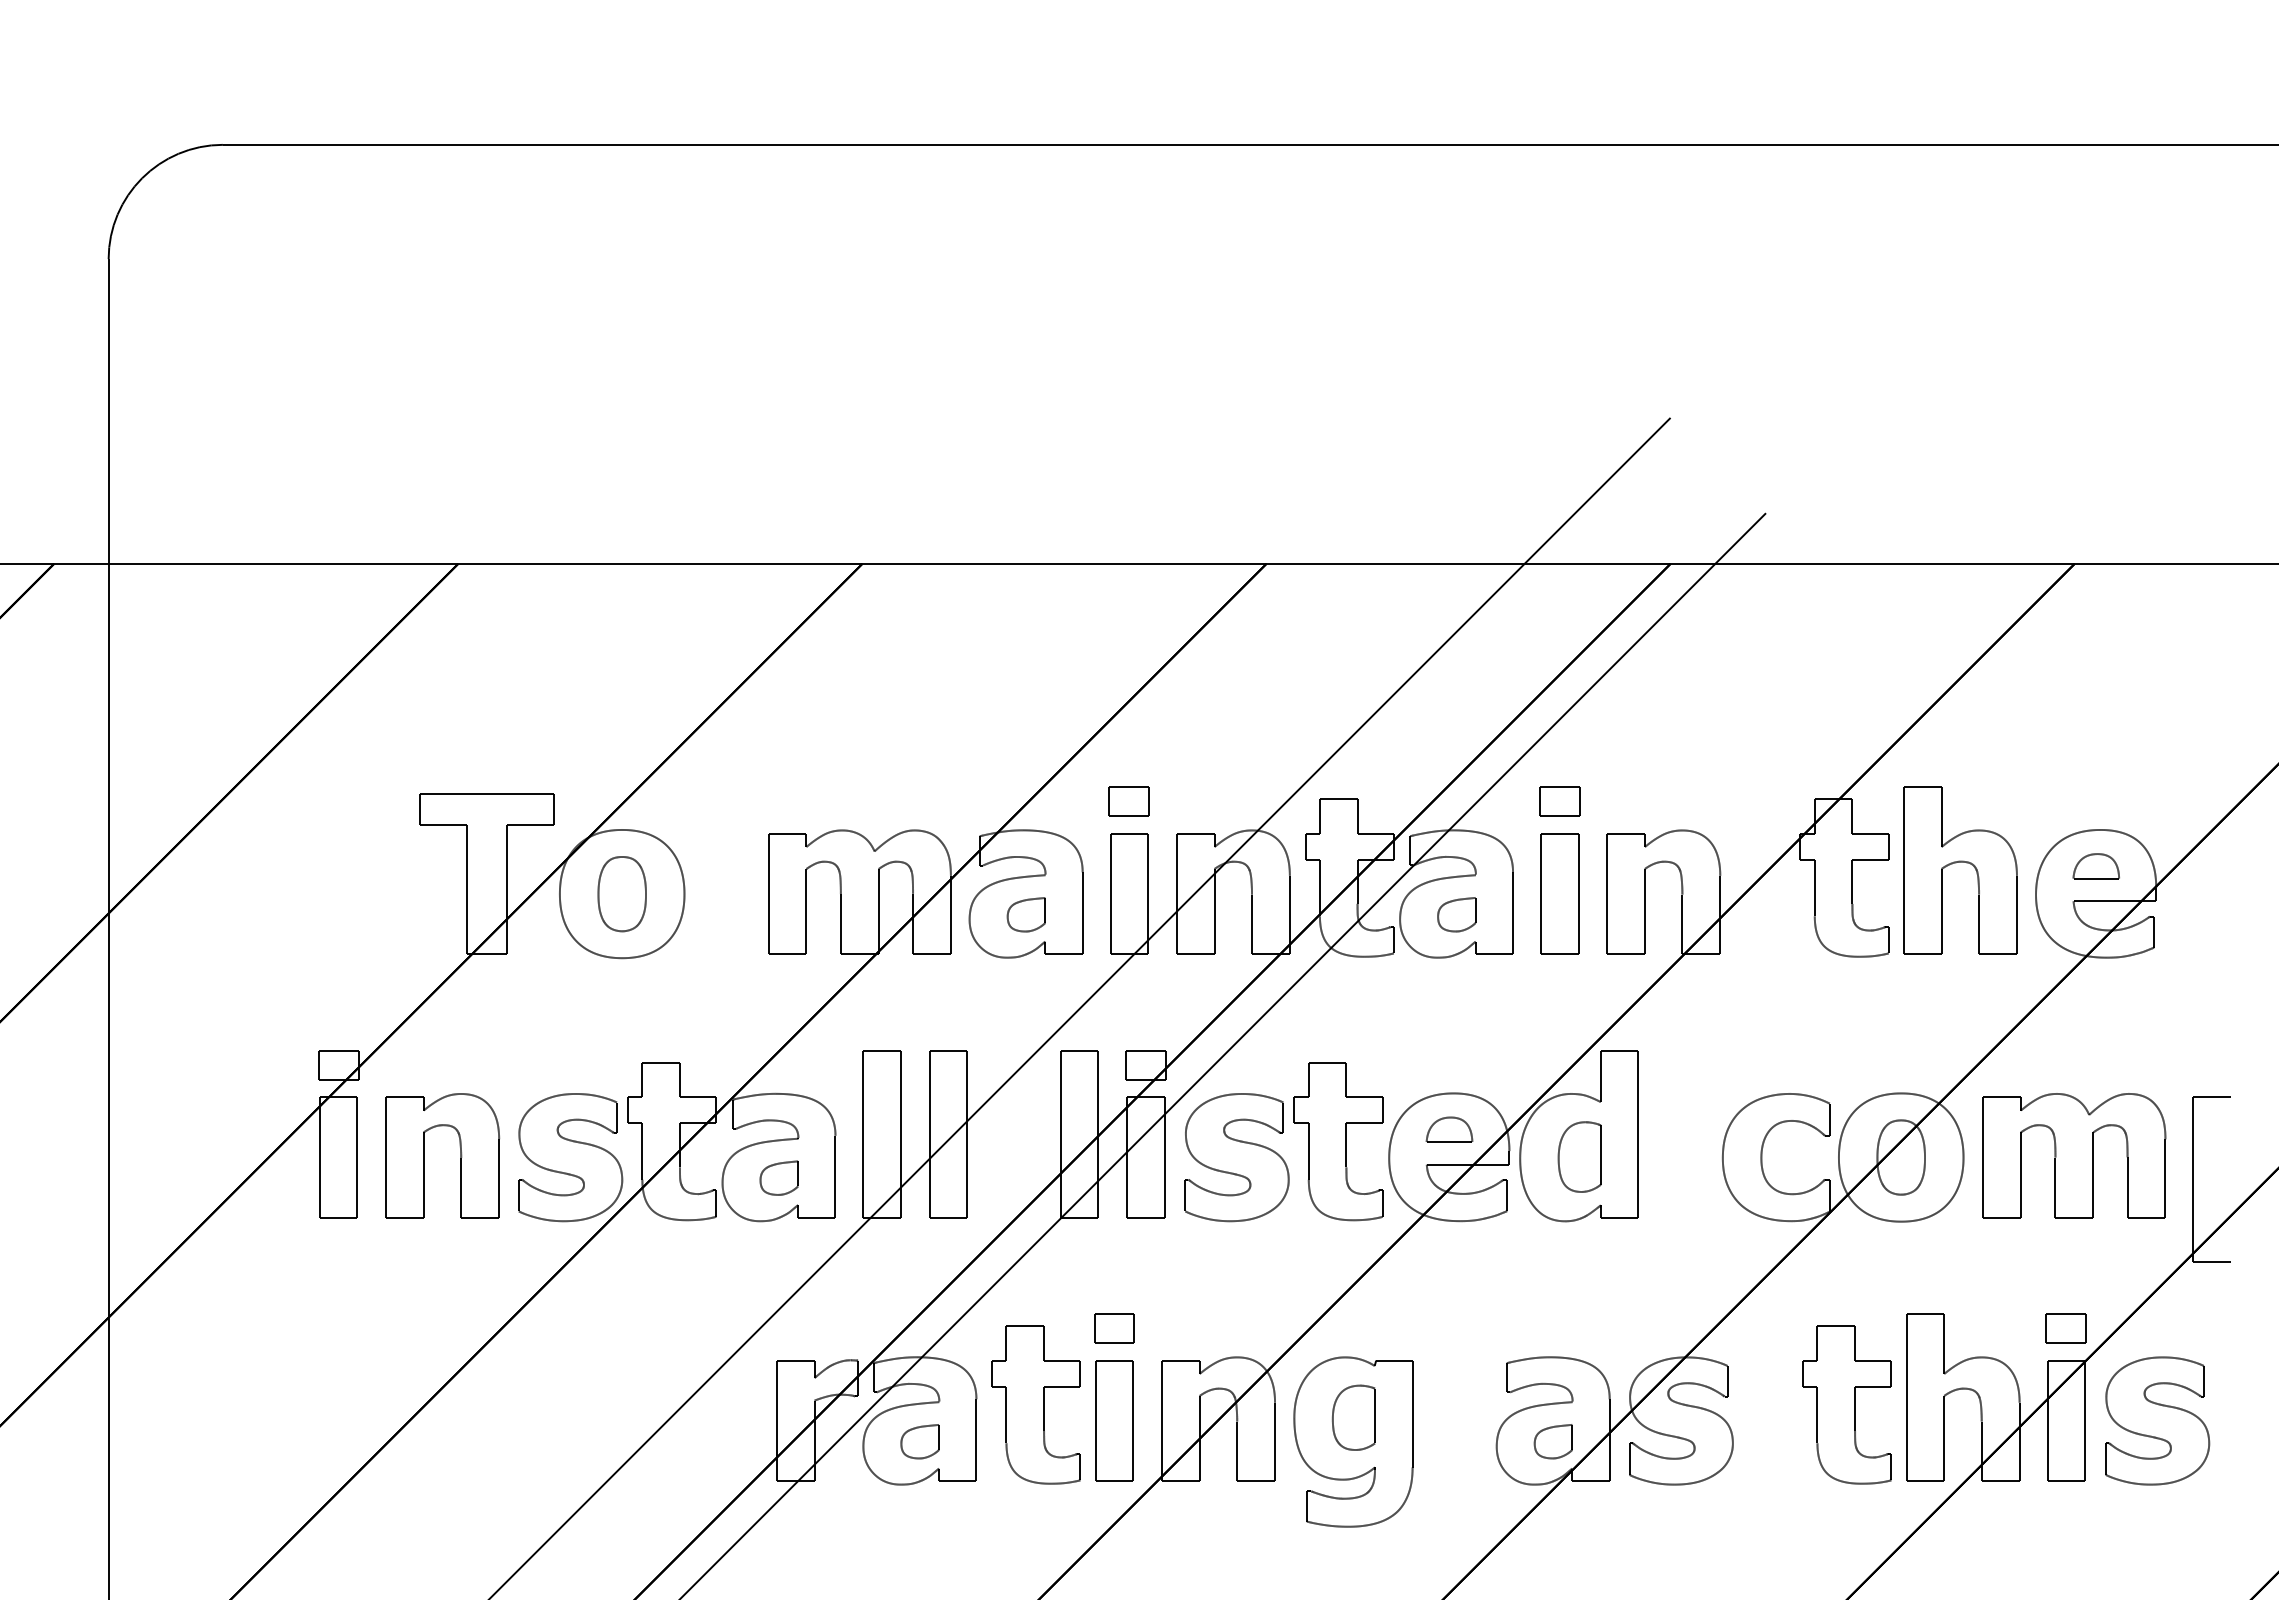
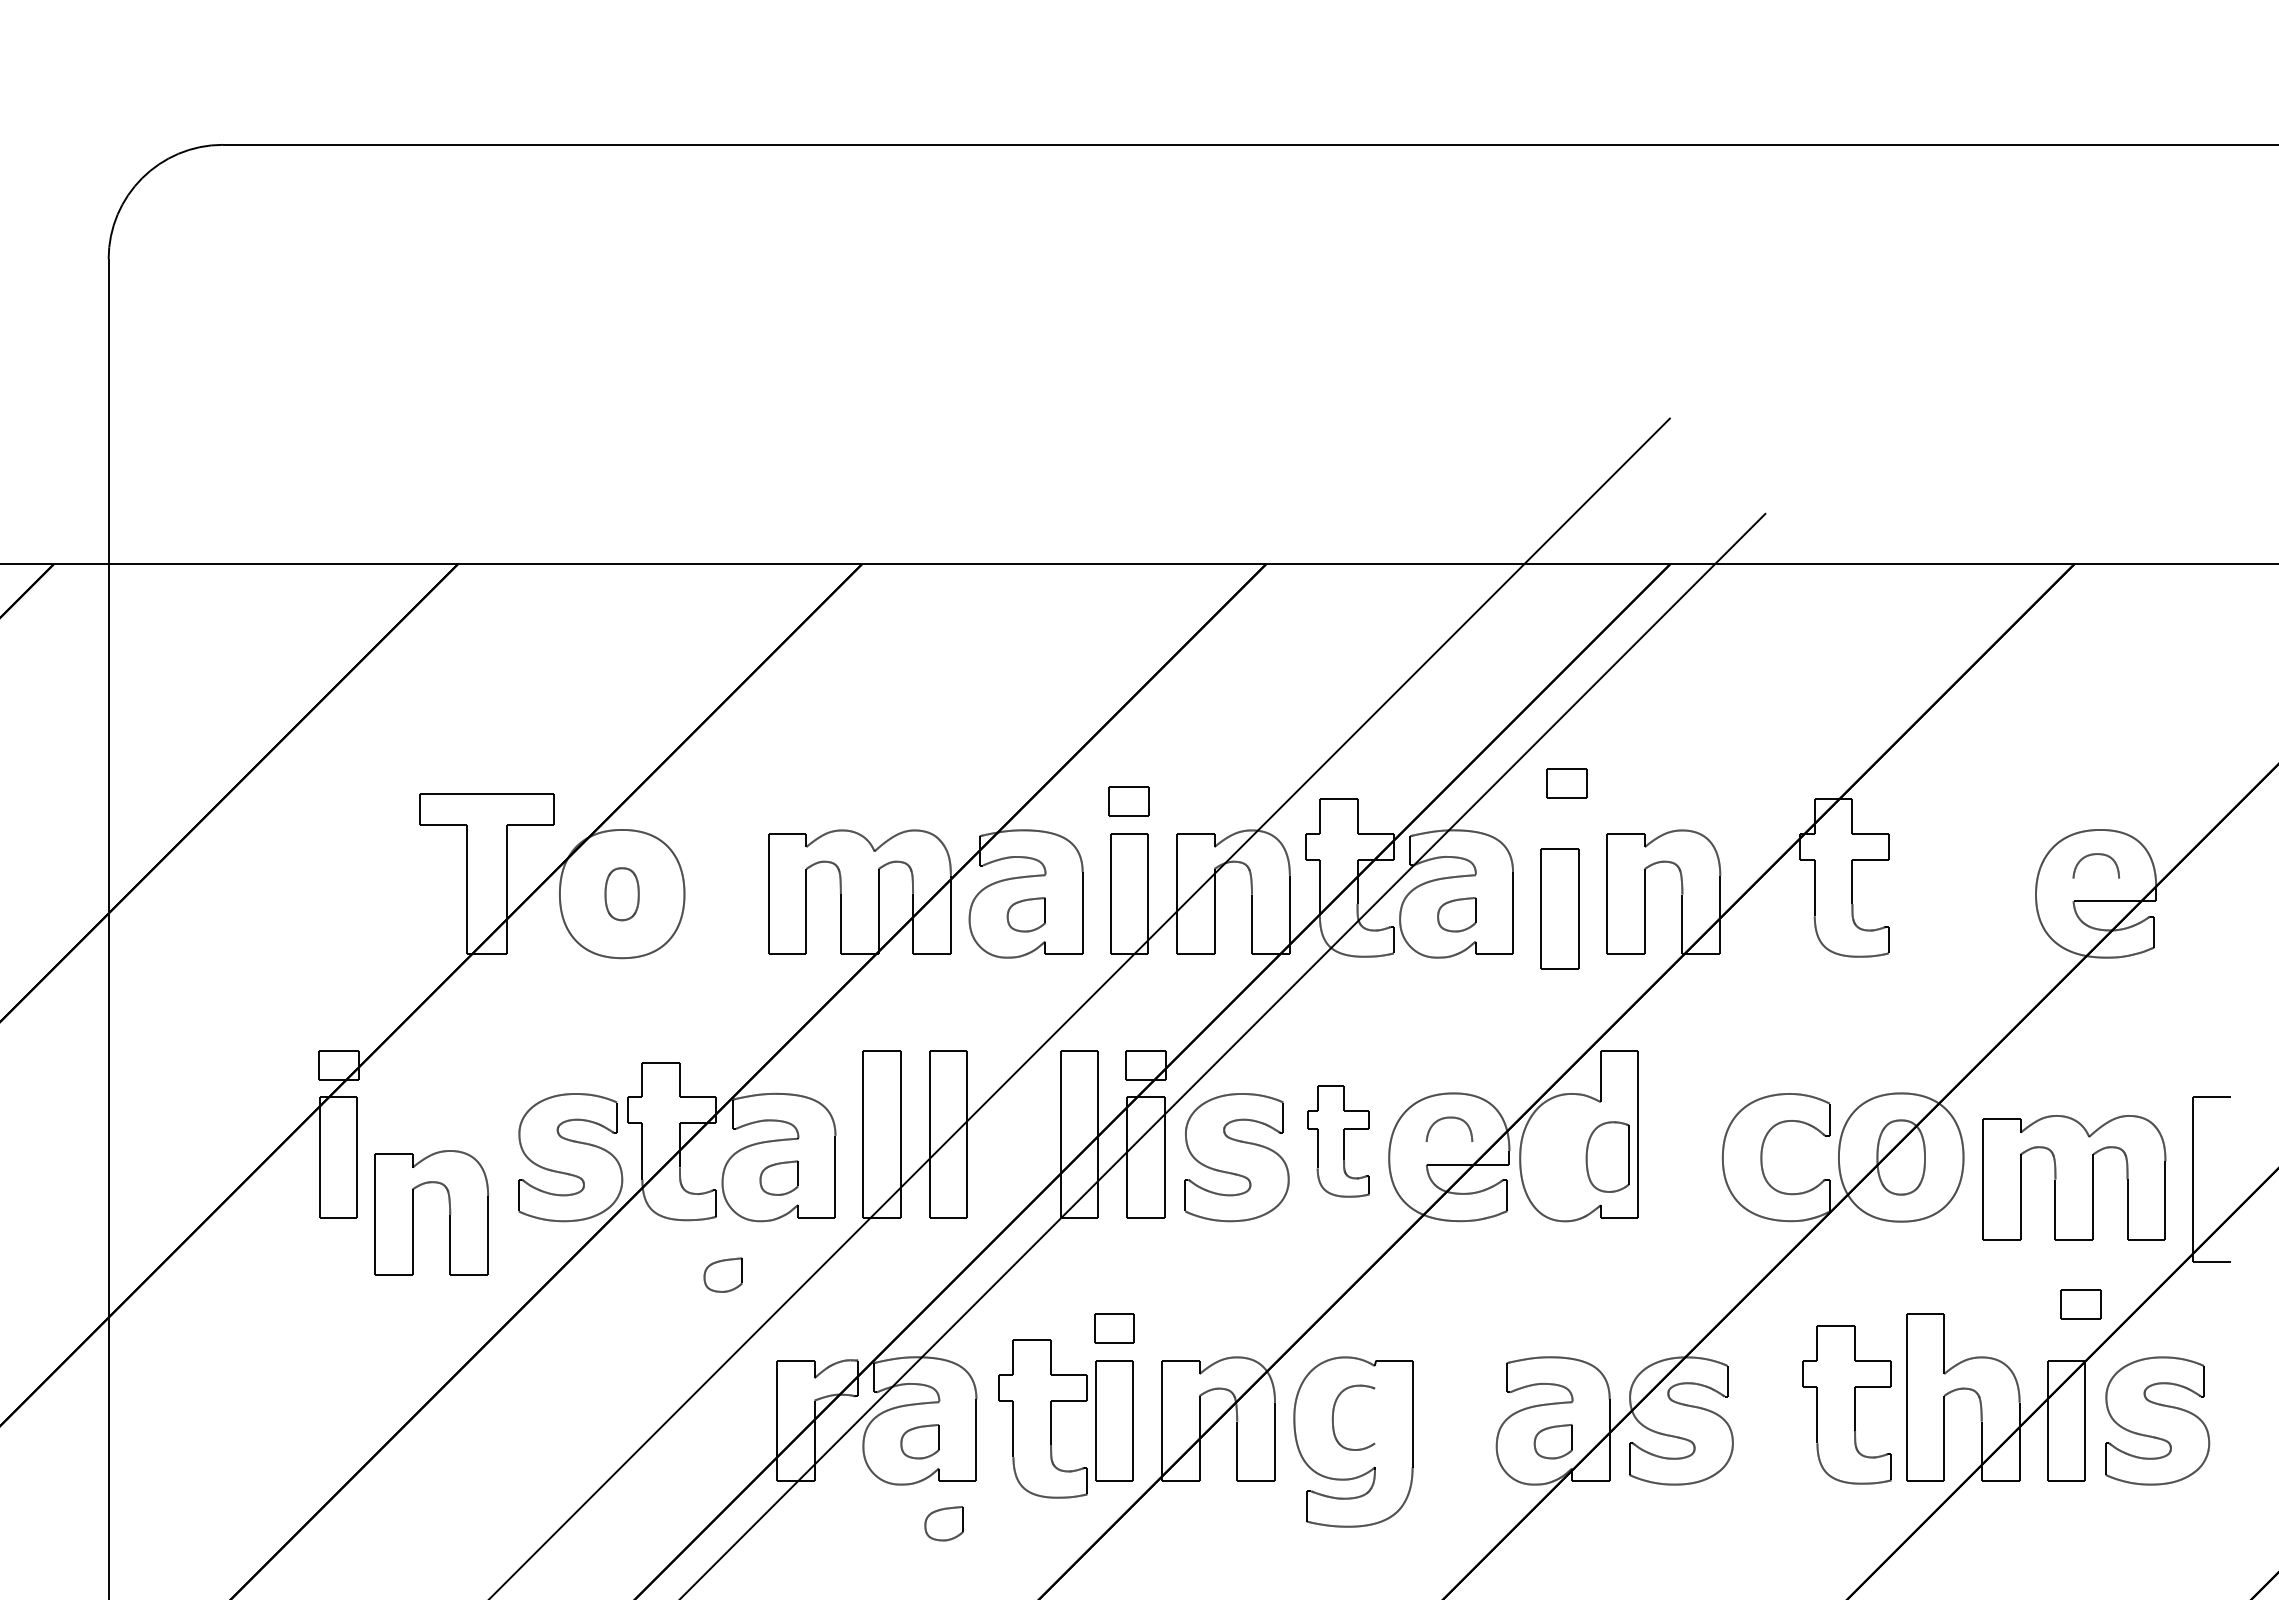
part at (1559, 801) position: (1559, 801) -> (1566, 783)
part at (1960, 862): present -> none
line at (2096, 878): present -> none
part at (1559, 893) position: (1559, 893) -> (1559, 908)
part at (621, 894) size: 50x77 px -> 36x55 px
part at (1338, 1141) size: 91x160 px -> 63x113 px
line at (1449, 1142): present -> none
part at (424, 1155) position: (424, 1155) -> (413, 1212)
part at (2074, 1155) position: (2074, 1155) -> (2074, 1177)
part at (1579, 1156) position: (1579, 1156) -> (1607, 1156)
part at (722, 1274): none -> present
part at (2065, 1328) position: (2065, 1328) -> (2080, 1304)
part at (1035, 1404) position: (1035, 1404) -> (1042, 1418)
line at (1374, 1415): present -> none
part at (943, 1523): none -> present
